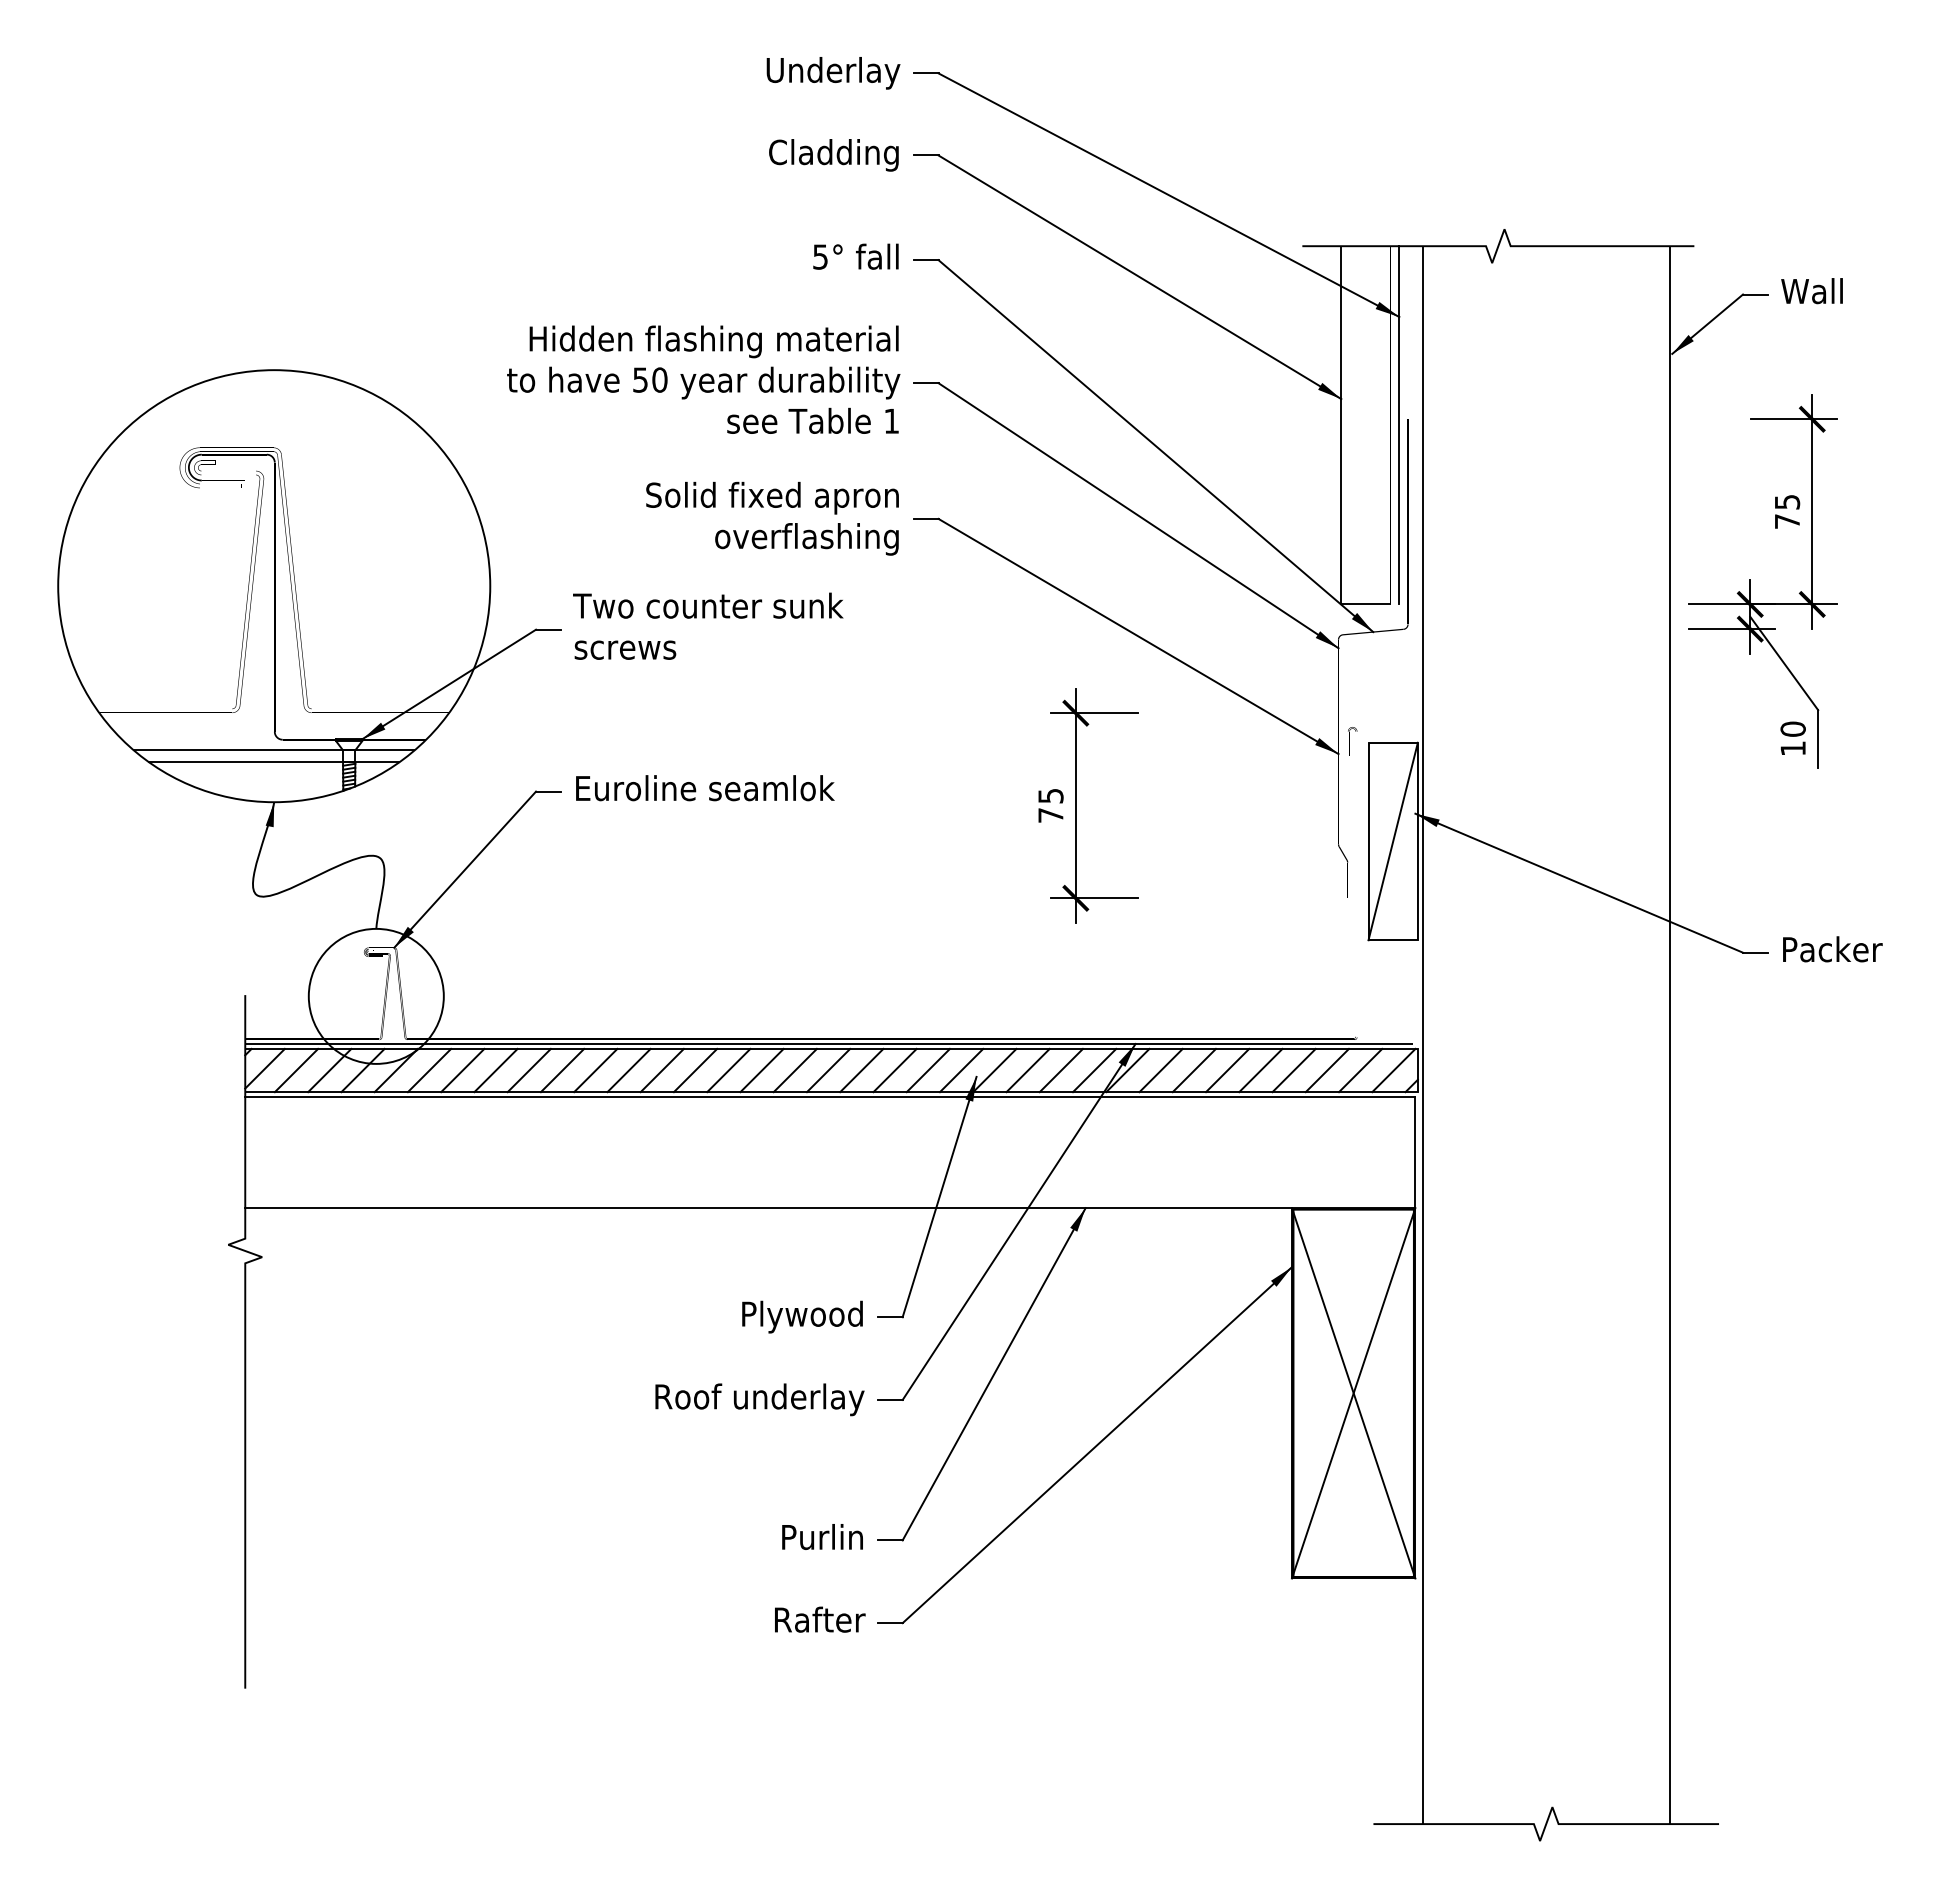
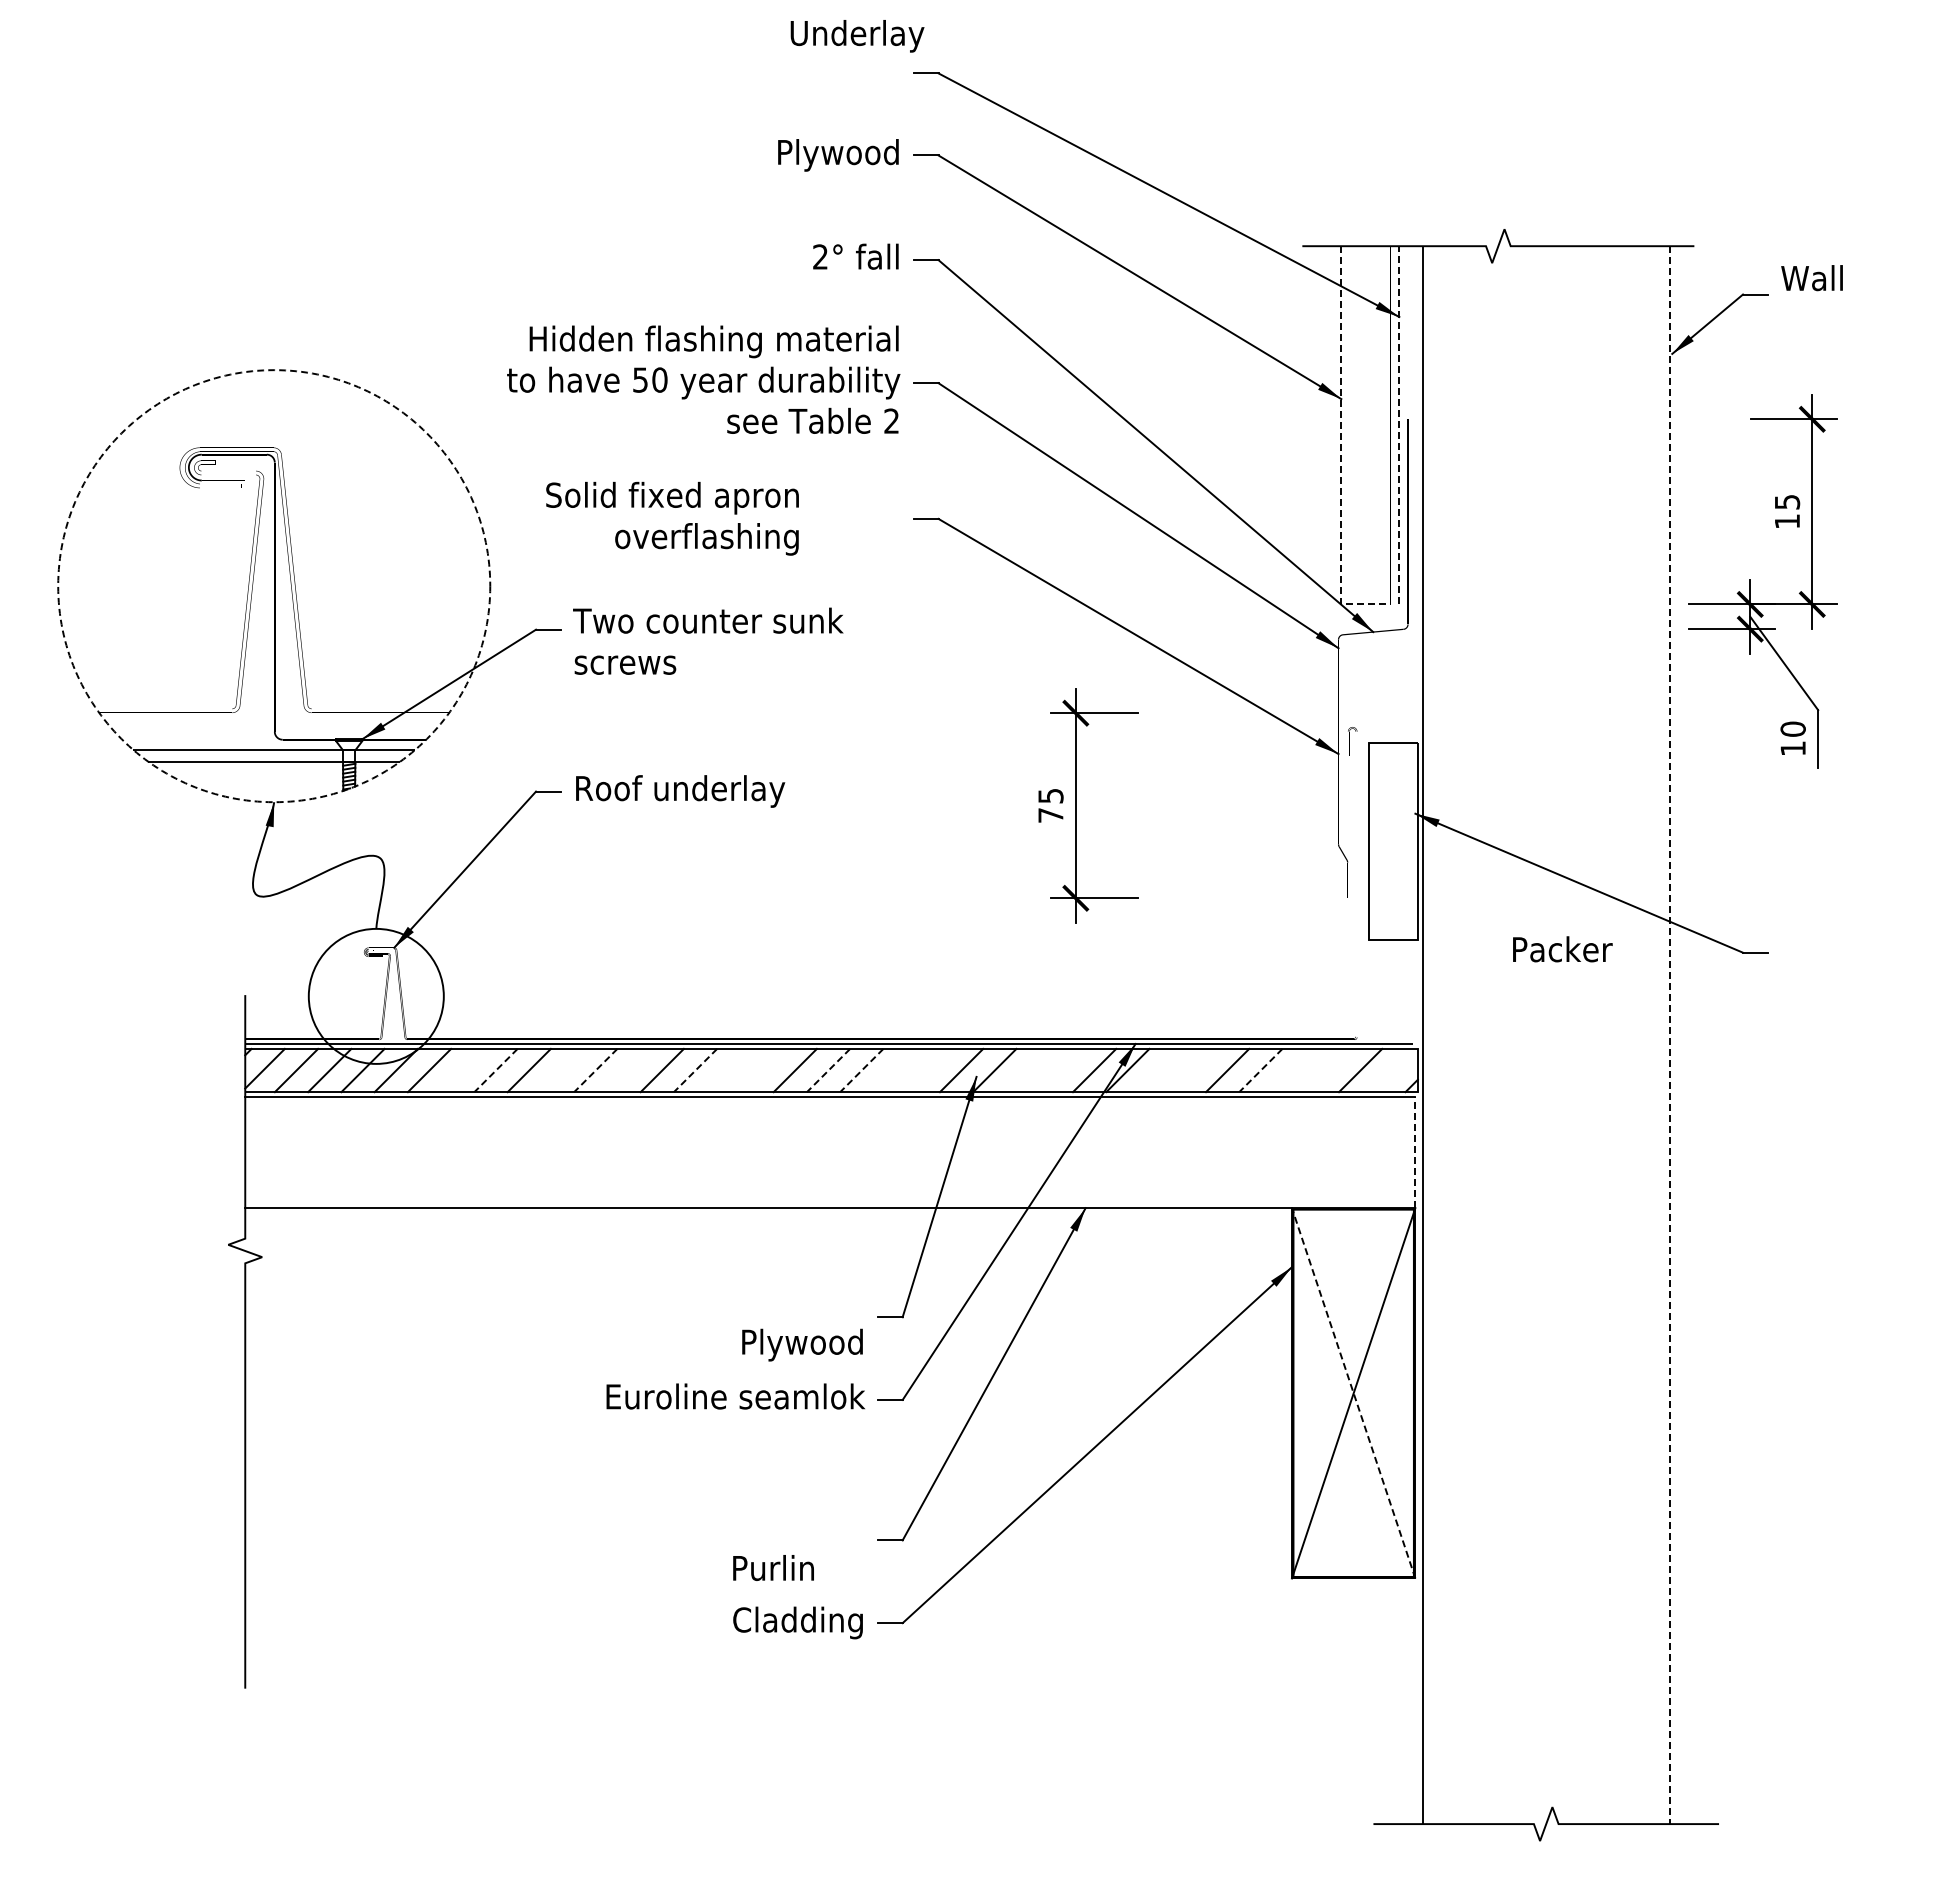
text at (833, 73) position: (833, 73) -> (857, 36)
text at (833, 155): Cladding -> Plywood
text at (820, 256): 5° -> 2°
text at (1811, 291) position: (1811, 291) -> (1811, 278)
text at (891, 420): 1 -> 2
line at (1399, 424): solid -> dashed
line at (1341, 450): solid -> dashed
text at (772, 518) position: (772, 518) -> (672, 518)
text at (1787, 521): 75 -> 15
circle at (274, 586): solid -> dashed
text at (708, 625) position: (708, 625) -> (708, 640)
text at (706, 791): Euroline seamlok -> Roof underlay
line at (1392, 841): present -> none
text at (1832, 949) position: (1832, 949) -> (1562, 949)
line at (1669, 1035): solid -> dashed
line at (462, 1070): present -> none
line at (496, 1070): solid -> dashed
line at (562, 1070): present -> none
line at (595, 1070): solid -> dashed
line at (628, 1070): present -> none
line at (695, 1070): solid -> dashed
line at (728, 1070): present -> none
line at (761, 1070): present -> none
line at (828, 1070): solid -> dashed
line at (861, 1070): solid -> dashed
line at (894, 1070): present -> none
line at (927, 1070): present -> none
line at (1027, 1070): present -> none
line at (1060, 1070): present -> none
line at (1160, 1070): present -> none
line at (1193, 1070): present -> none
line at (1260, 1070): solid -> dashed
line at (1293, 1070): present -> none
line at (1326, 1070): present -> none
line at (1393, 1070): present -> none
line at (1415, 1152): solid -> dashed
text at (802, 1316) position: (802, 1316) -> (802, 1344)
line at (1353, 1392): solid -> dashed
text at (735, 1399): Roof underlay -> Euroline seamlok
text at (822, 1536) position: (822, 1536) -> (773, 1567)
text at (799, 1622): Rafter -> Cladding
